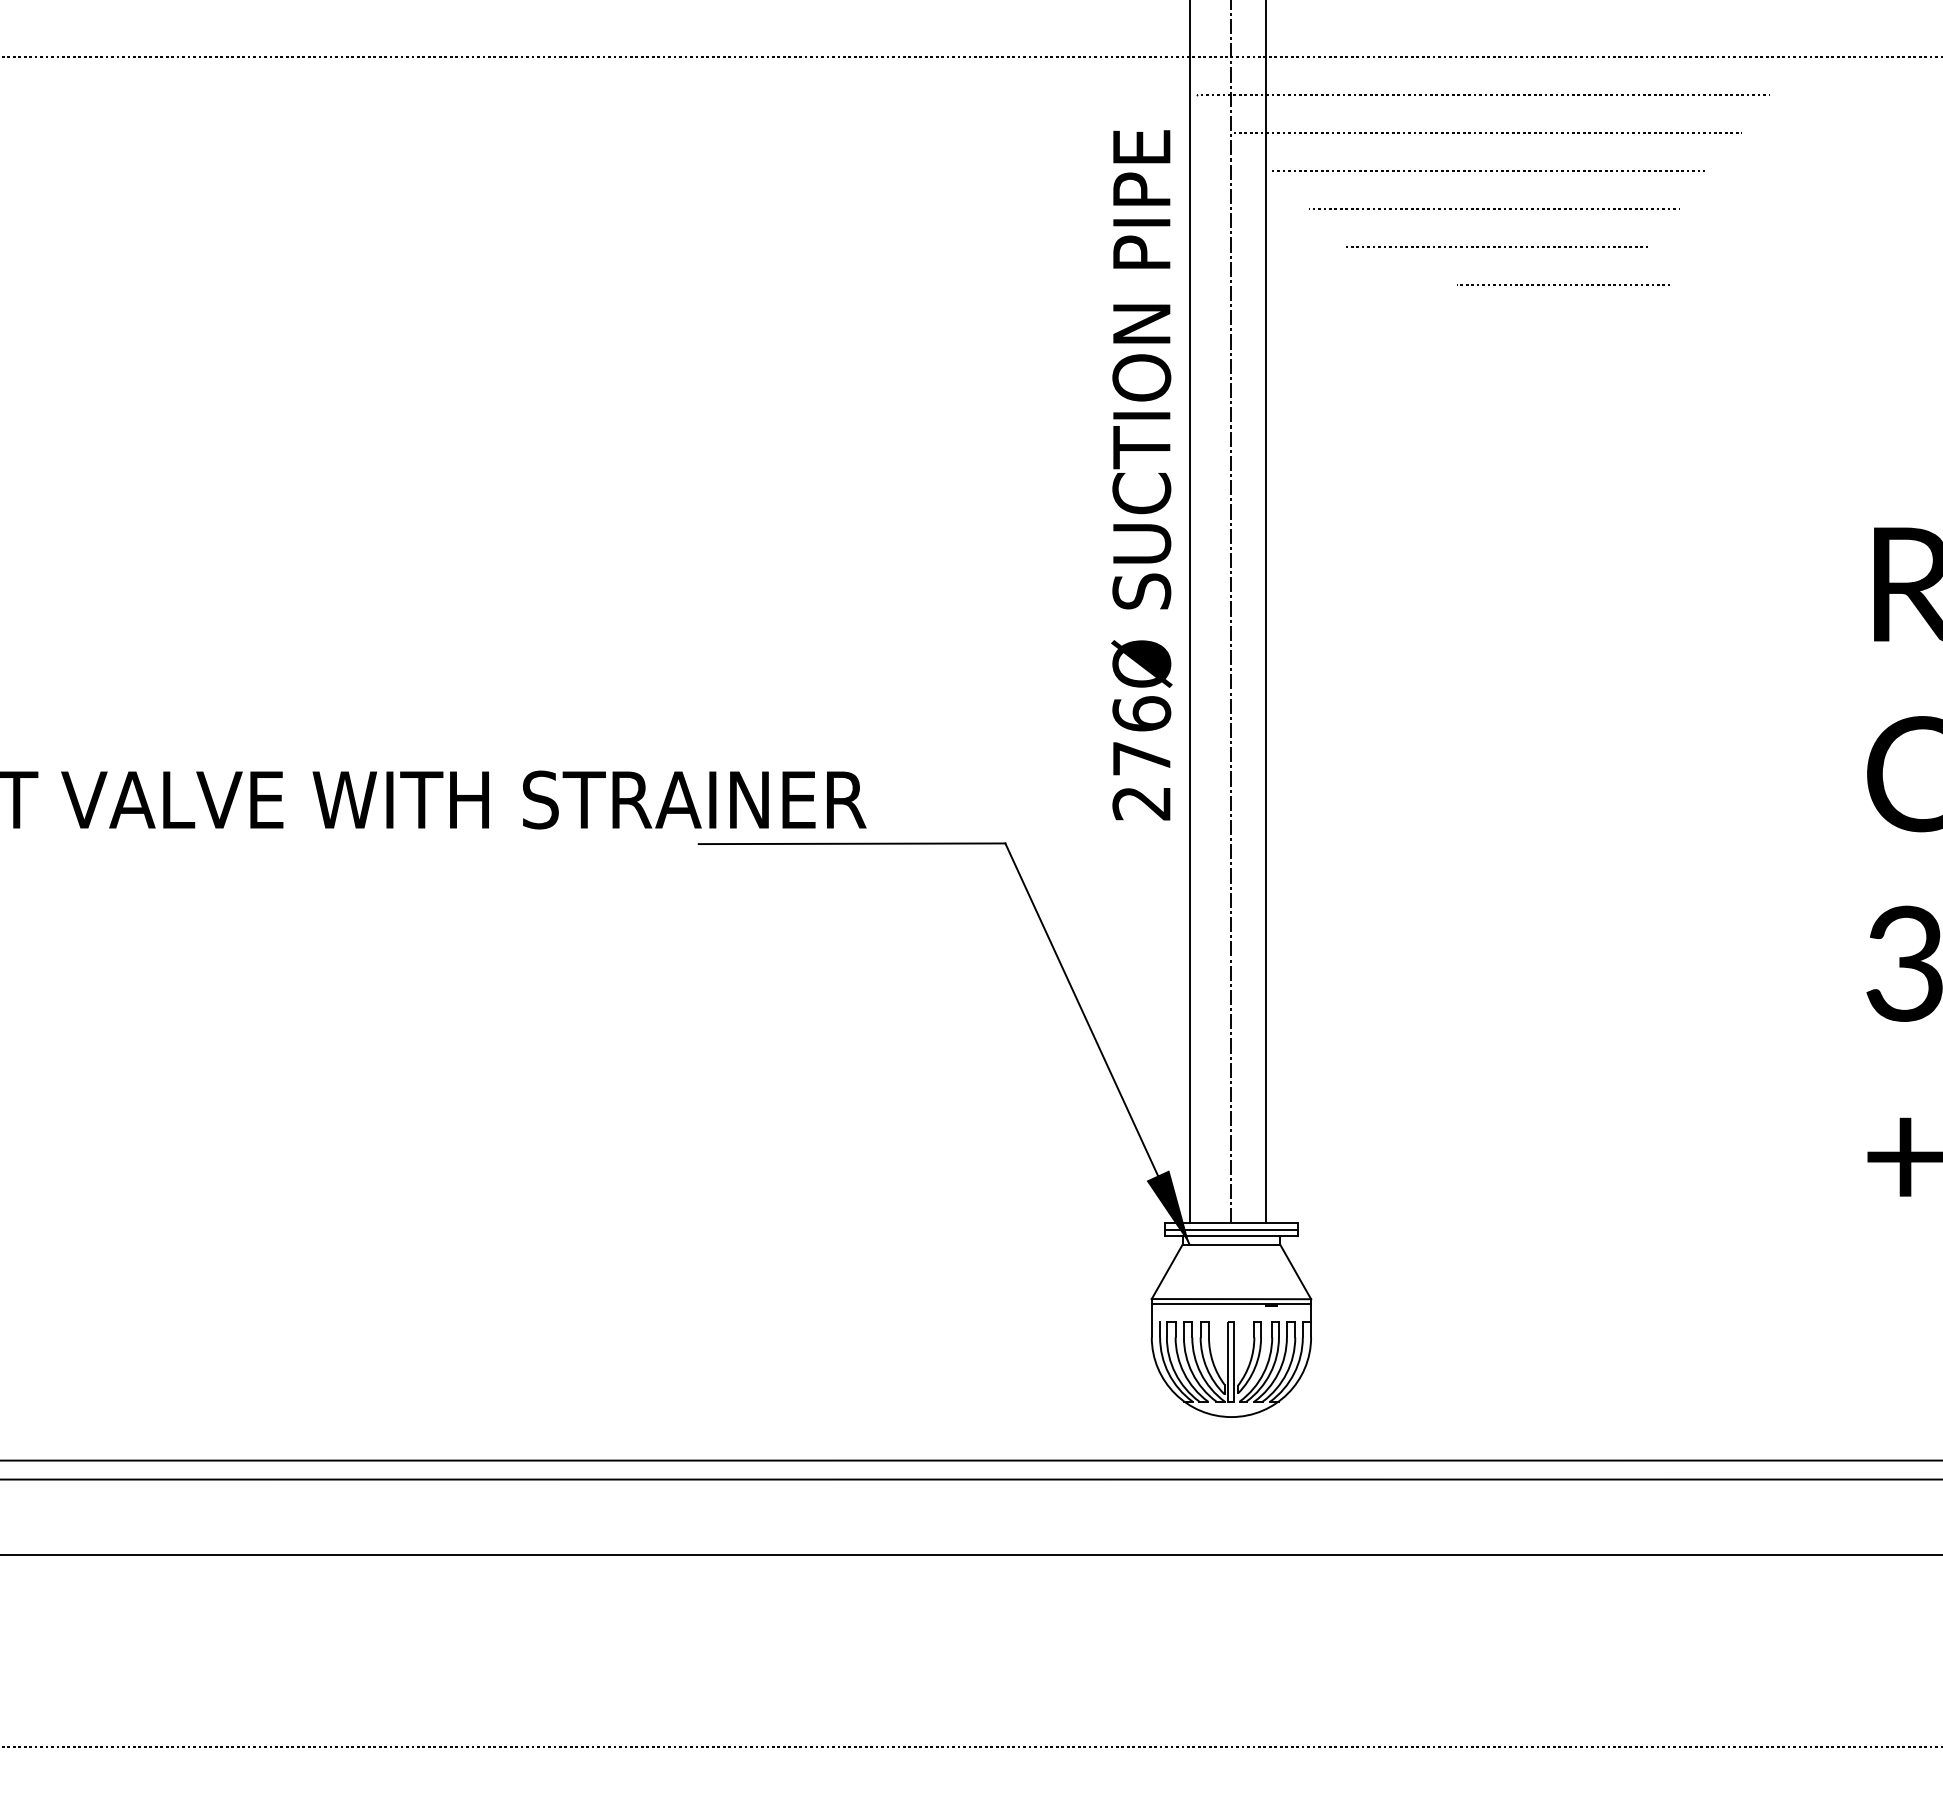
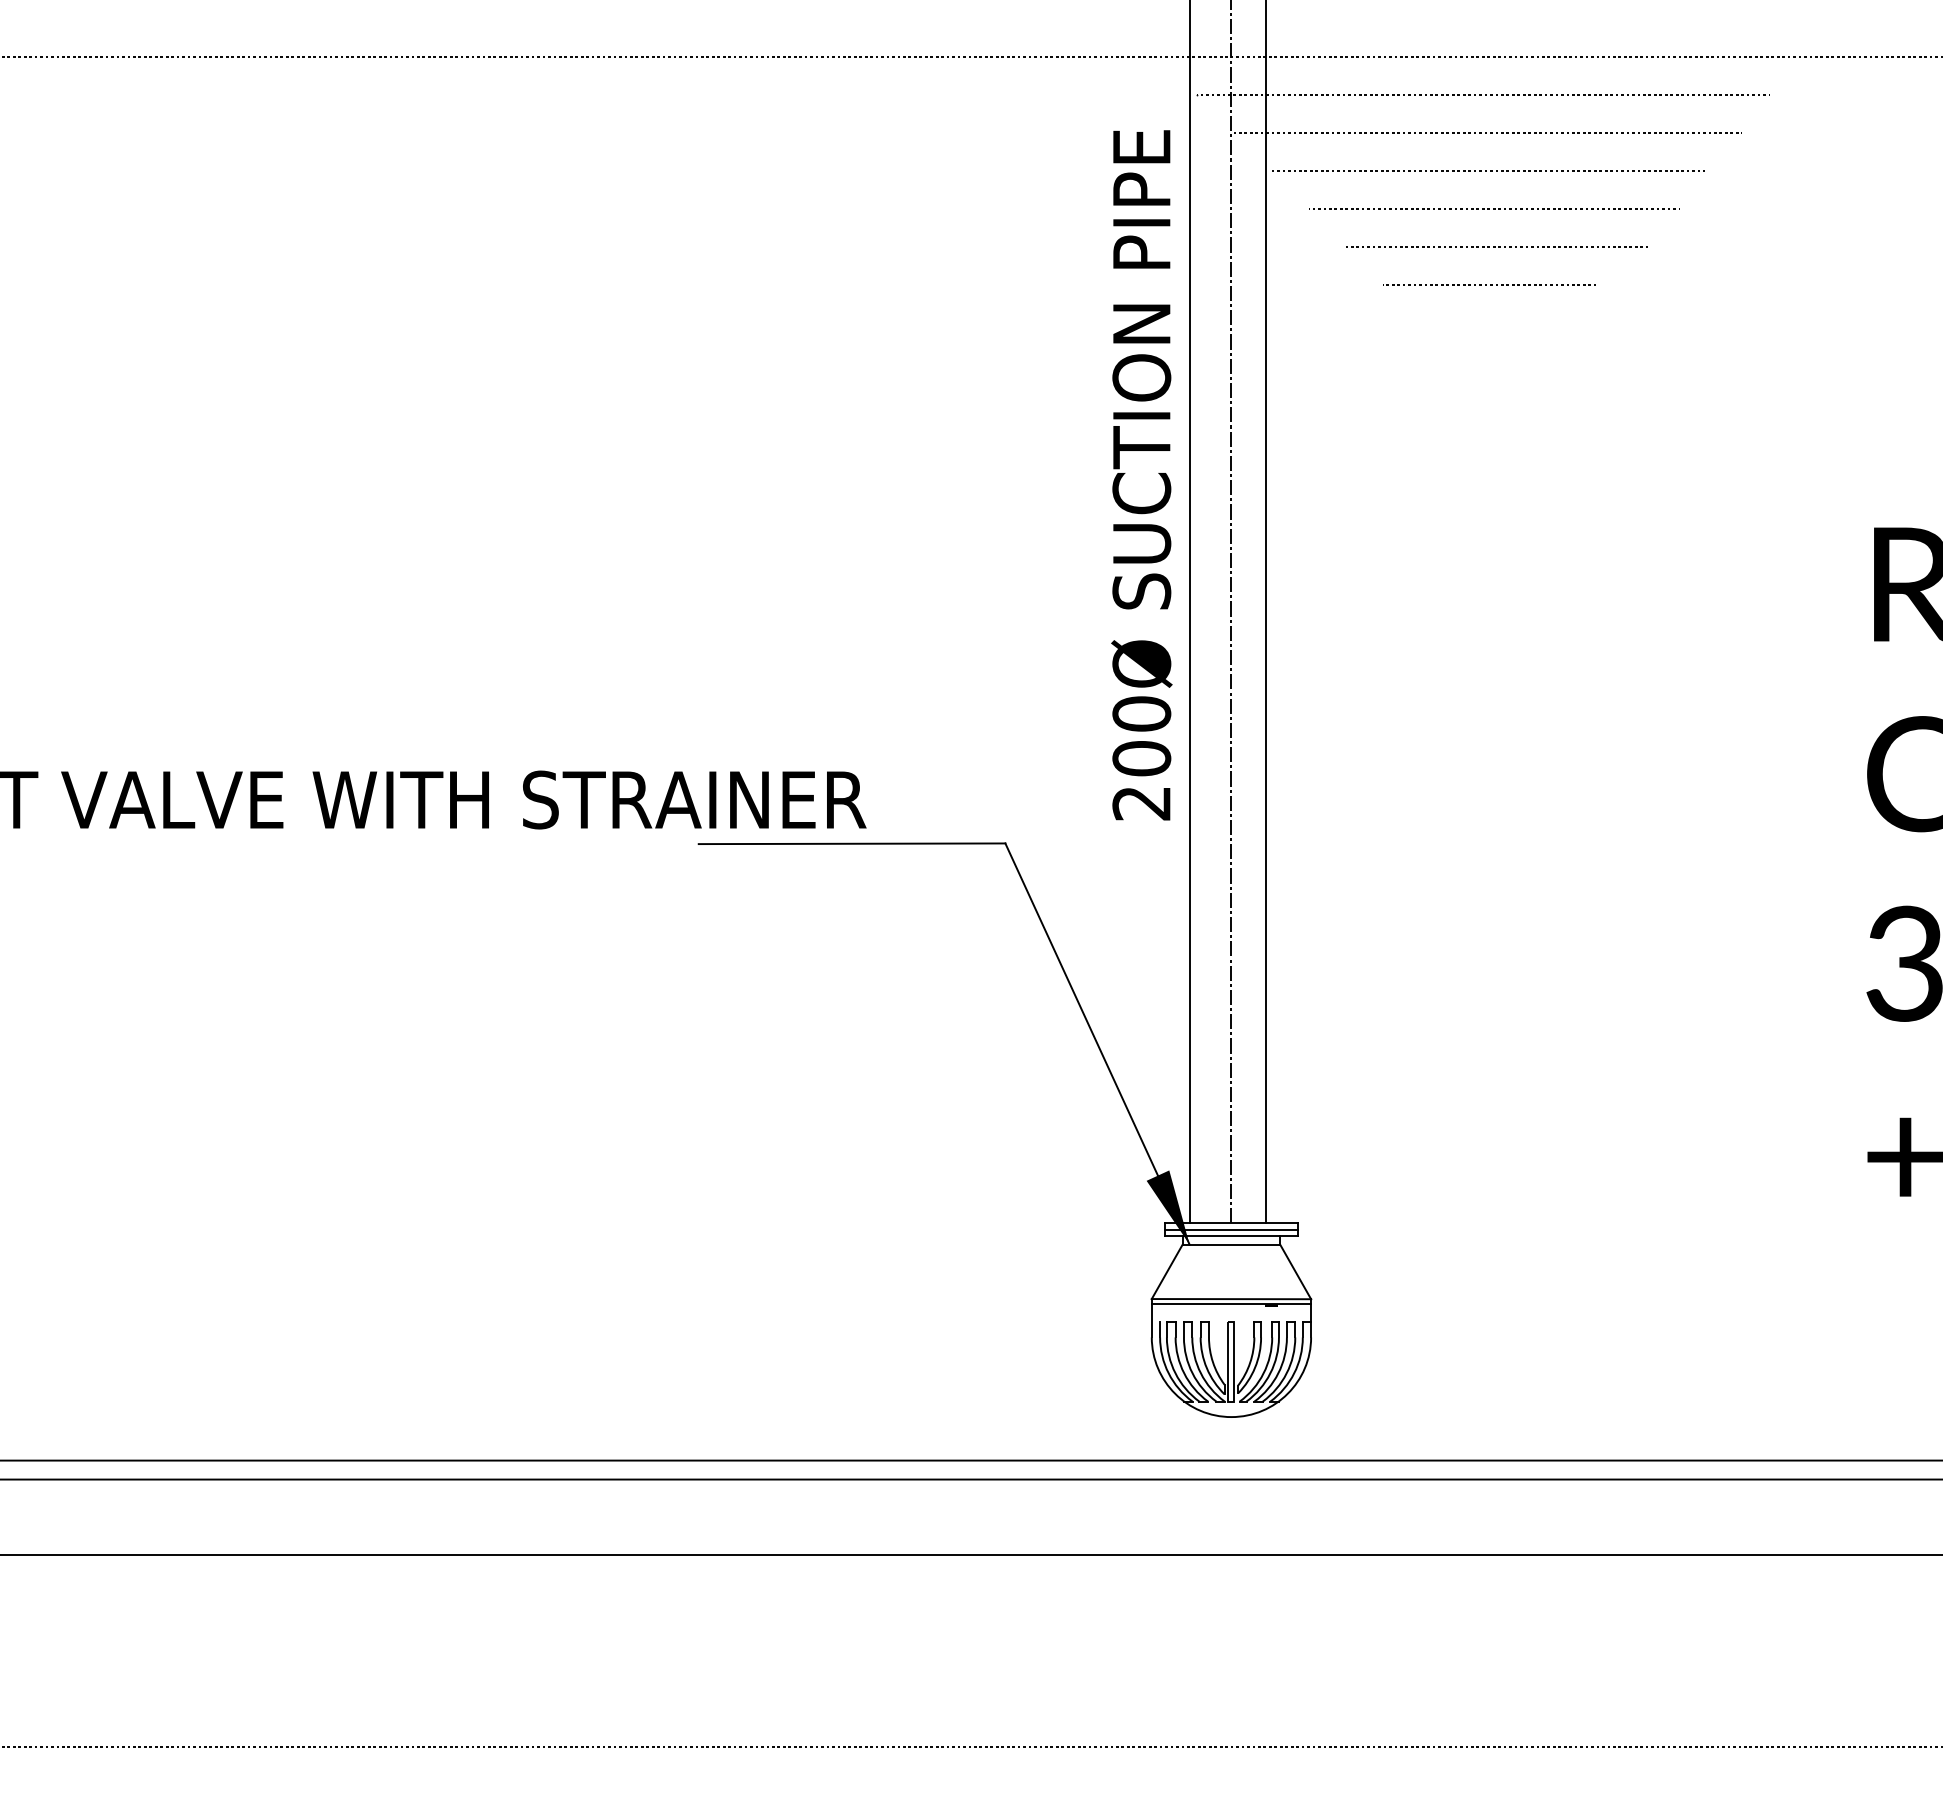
line at (1564, 284) position: (1564, 284) -> (1490, 284)
text at (1141, 736): 276Ø -> 200Ø
